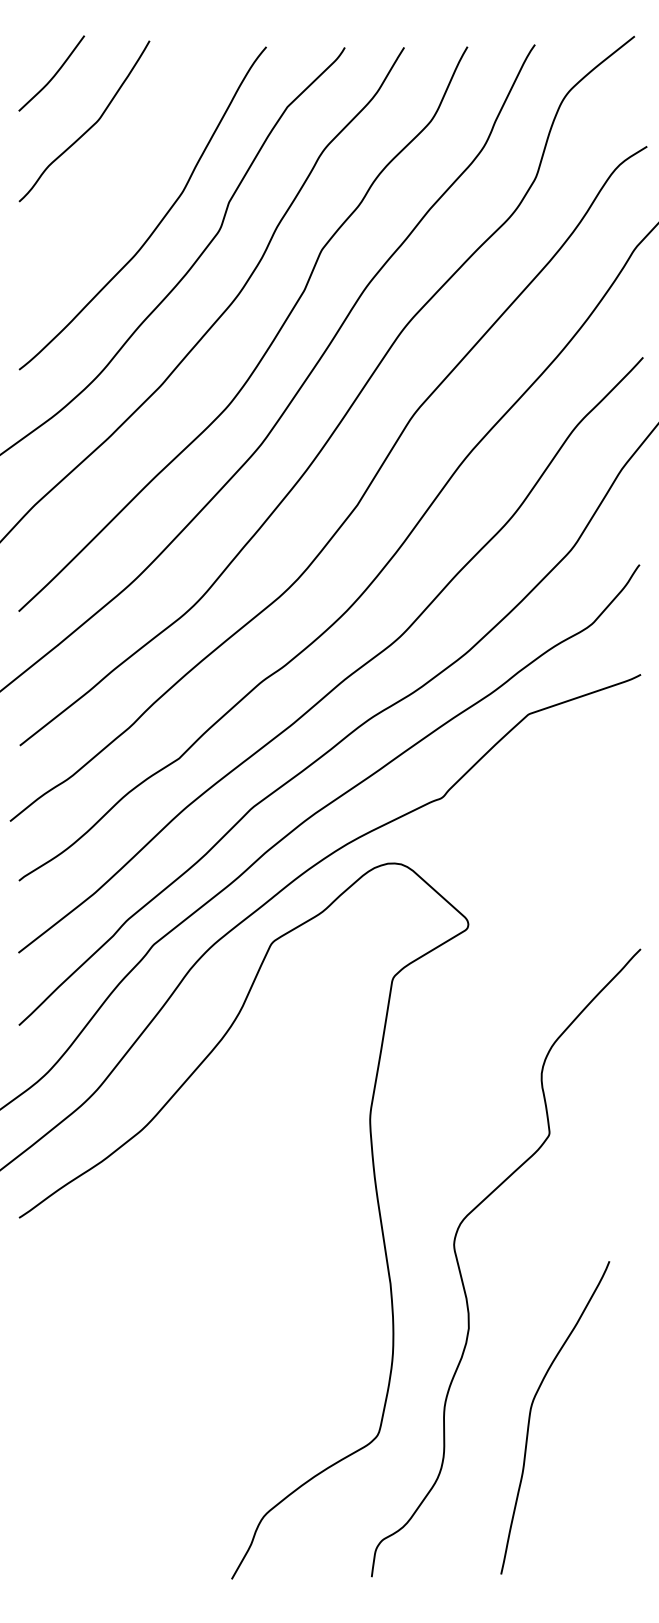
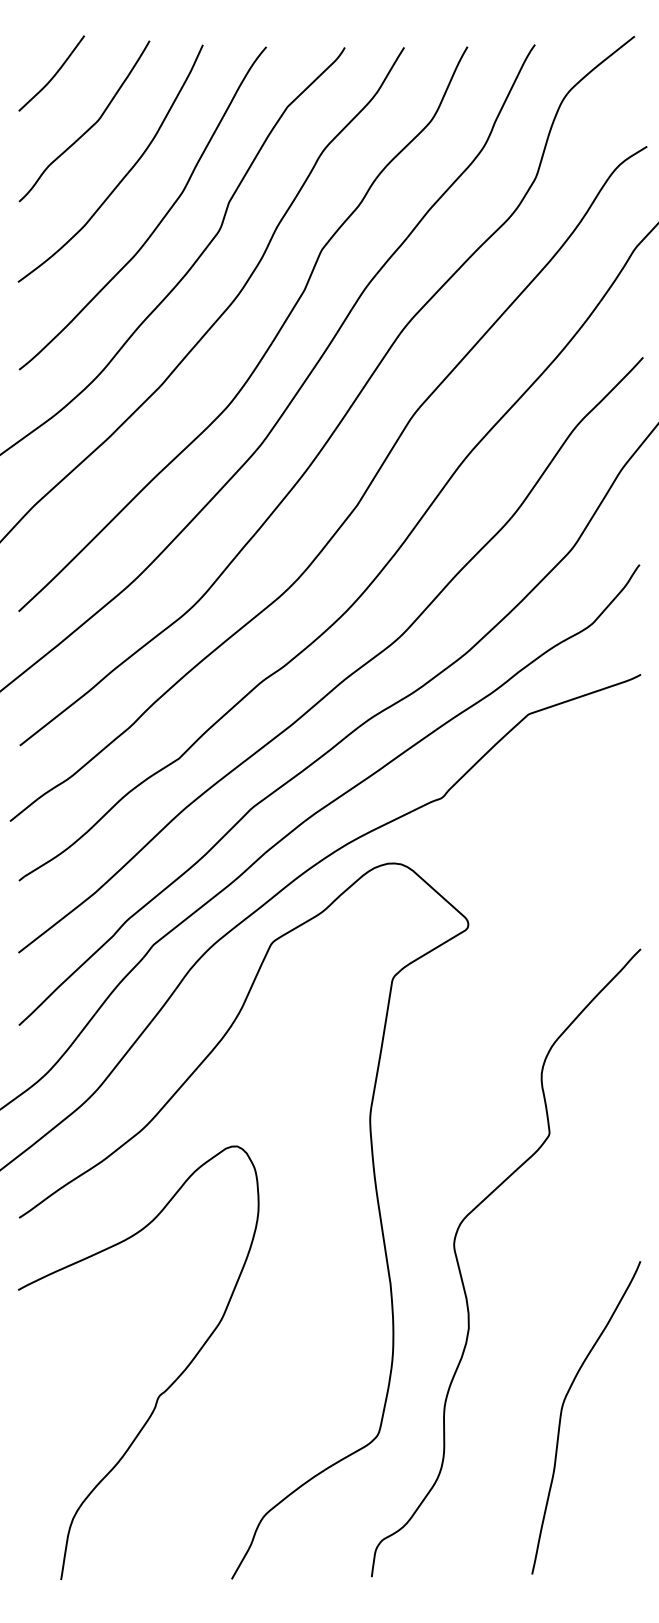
curve at (123, 176): none -> present
curve at (160, 1393): none -> present
curve at (531, 1412) position: (531, 1412) -> (562, 1412)
